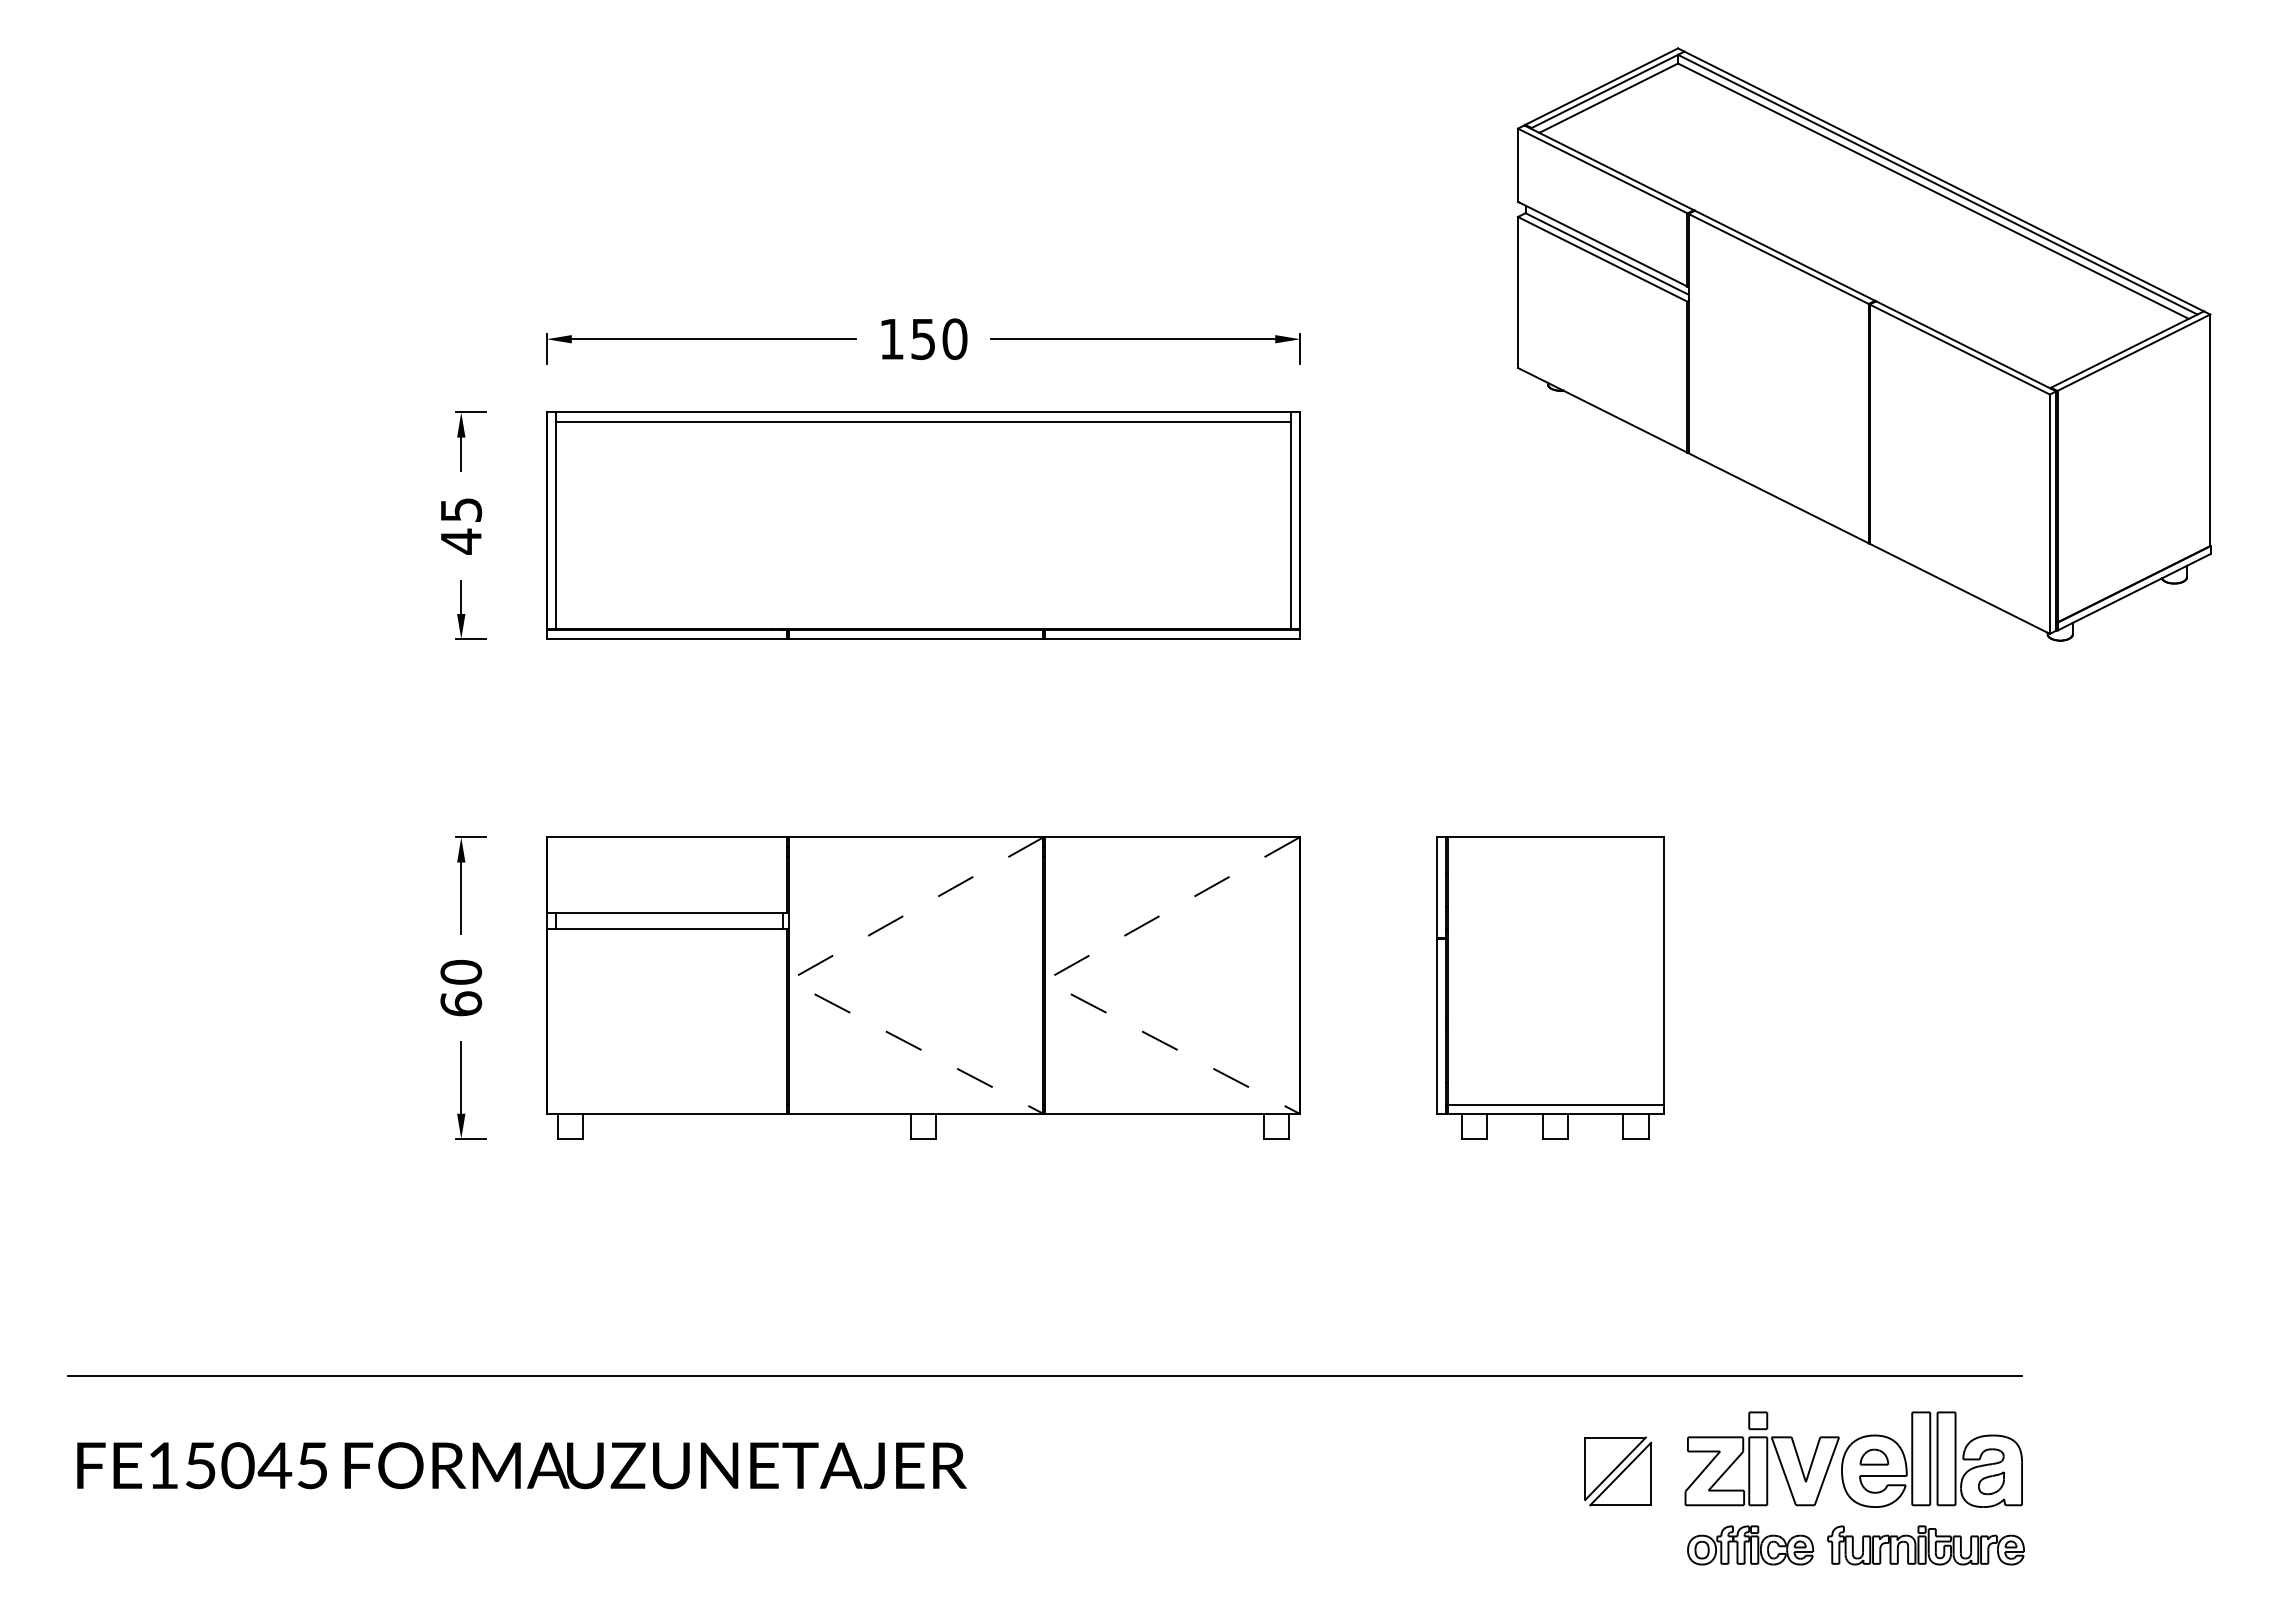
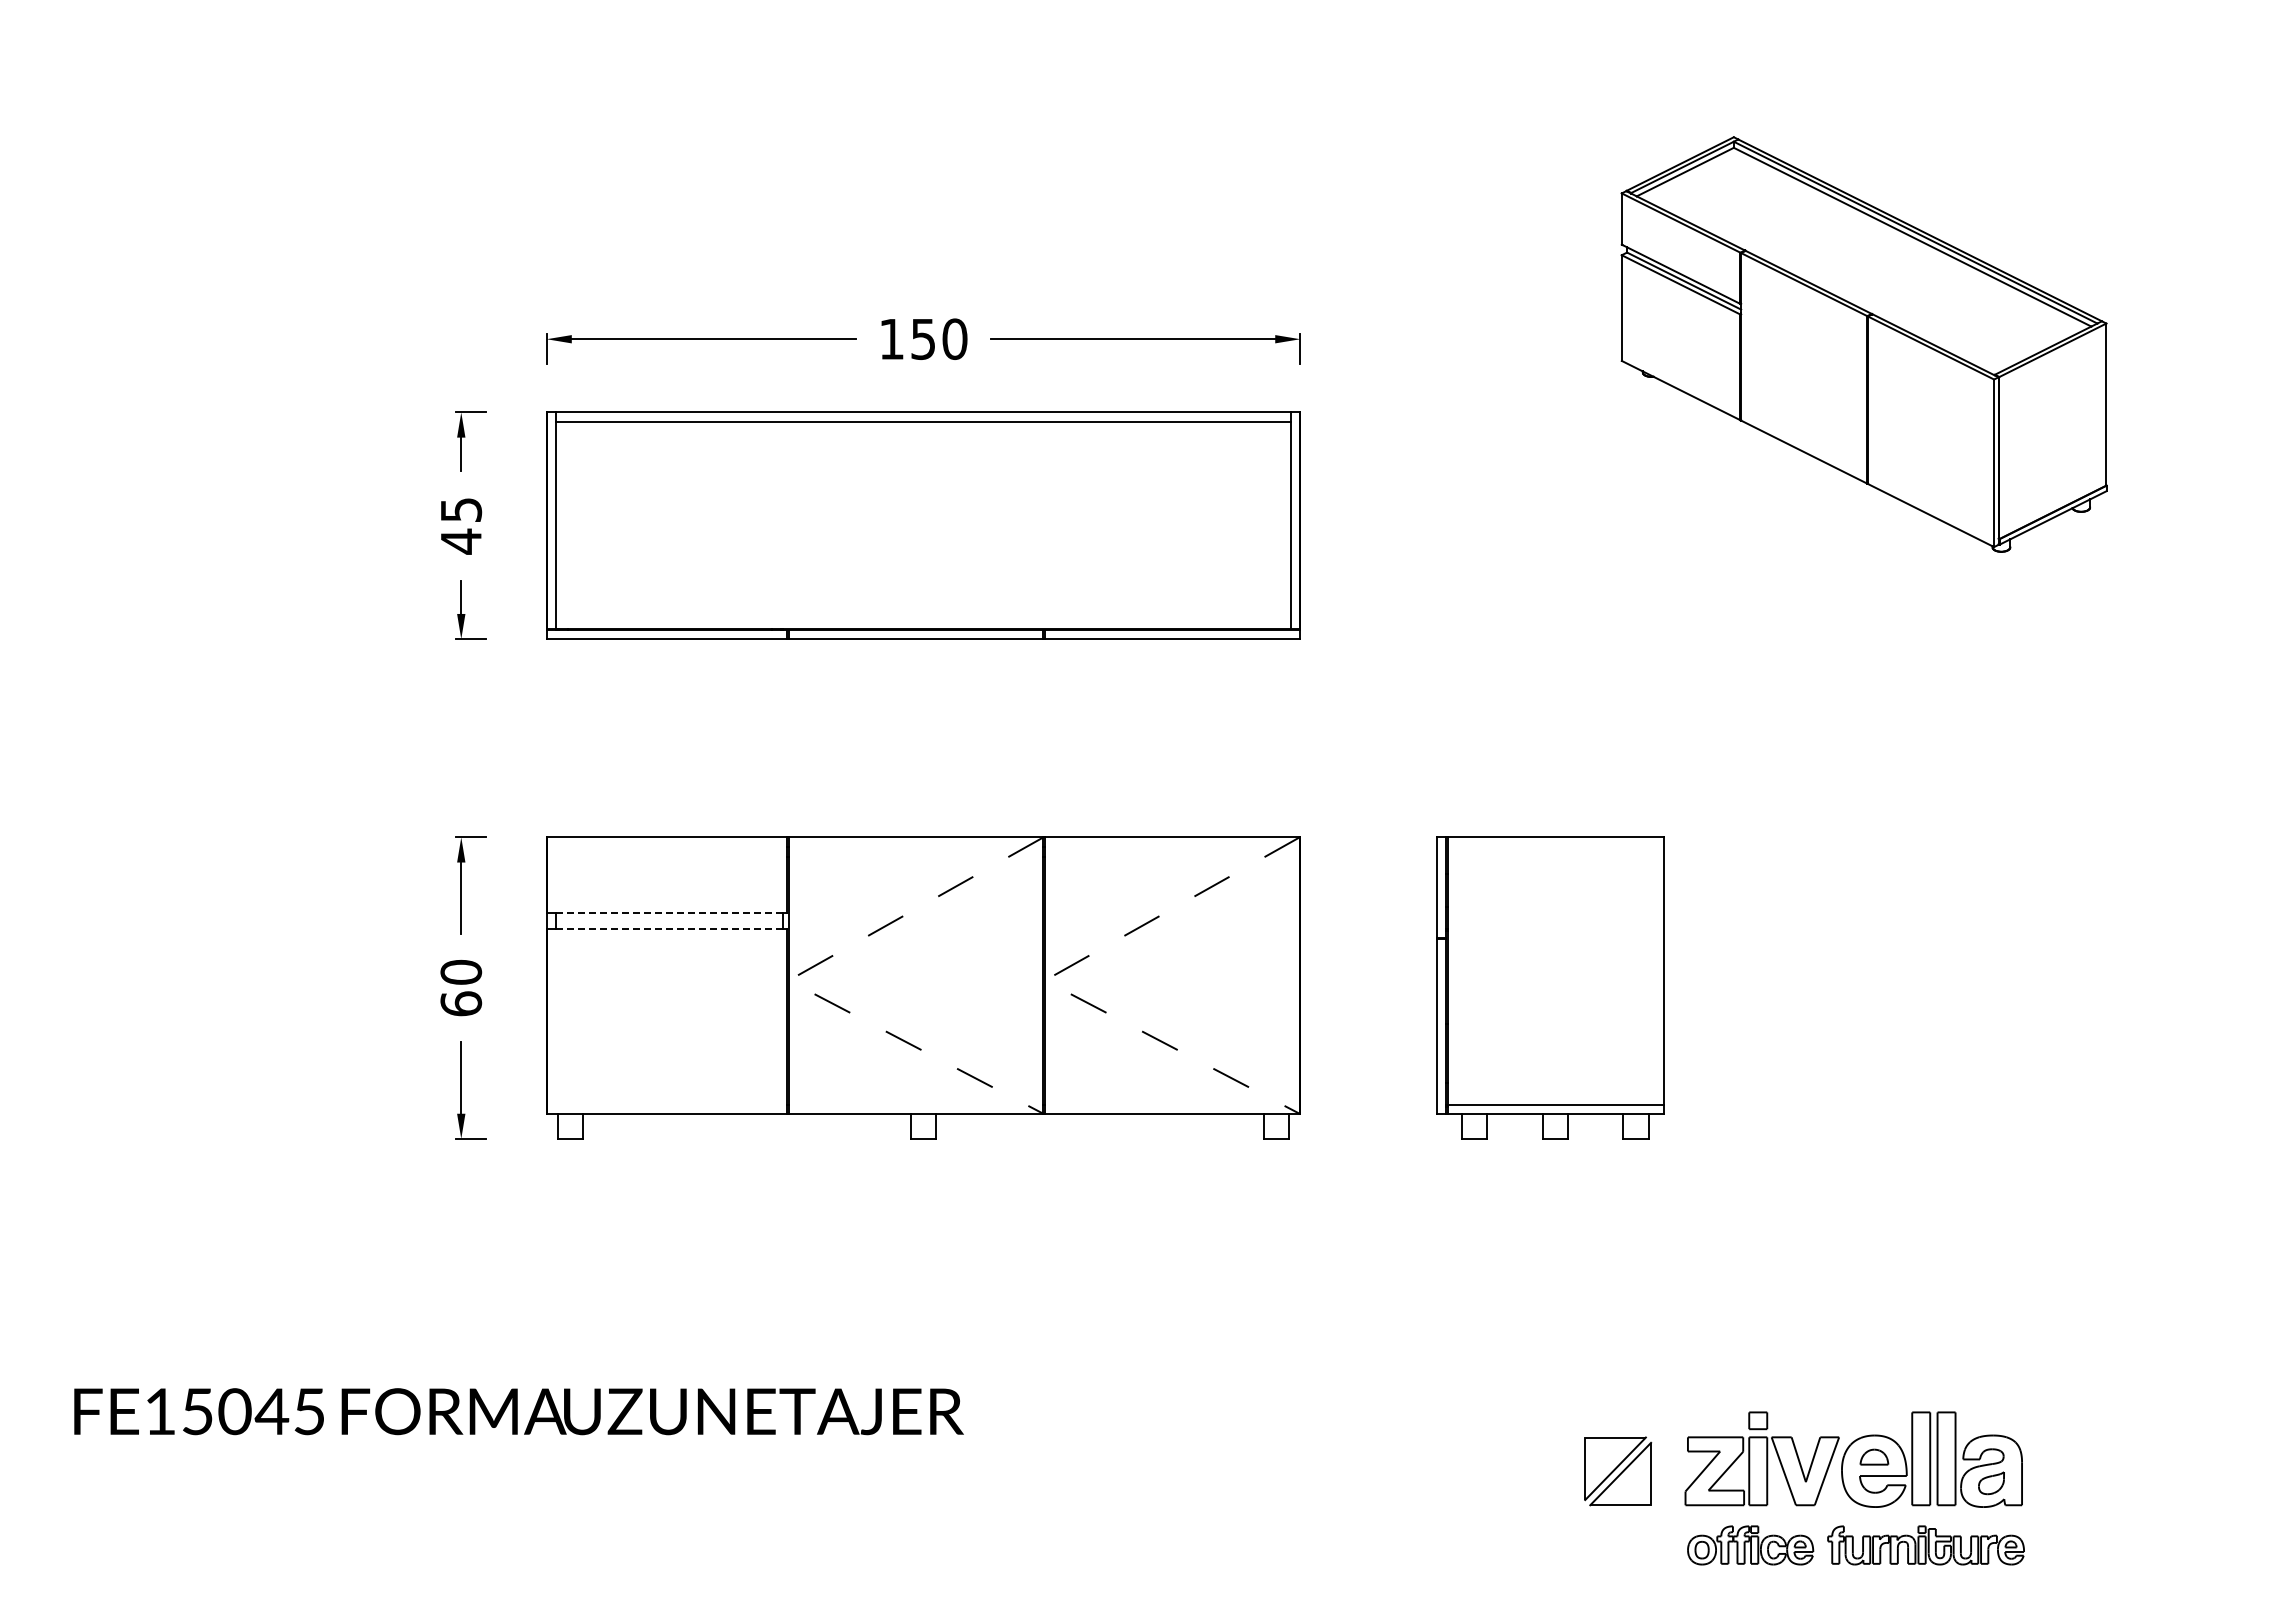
part at (1863, 344) size: 696x595 px -> 488x417 px
line at (669, 912): solid -> dashed
line at (669, 929): solid -> dashed
line at (1045, 1376): present -> none
text at (521, 1465) position: (521, 1465) -> (518, 1411)
